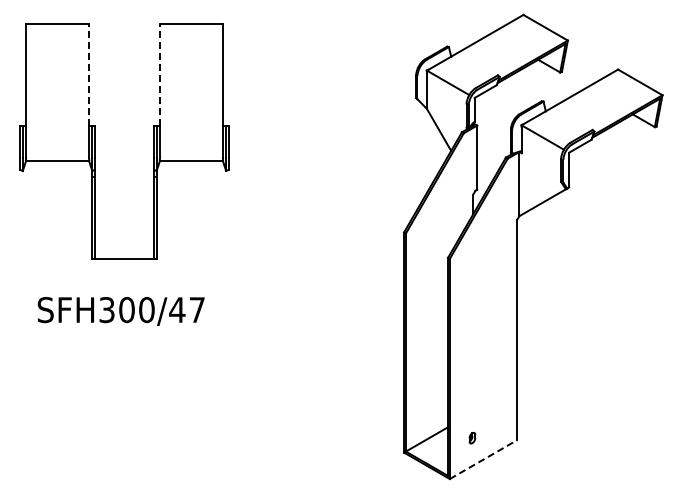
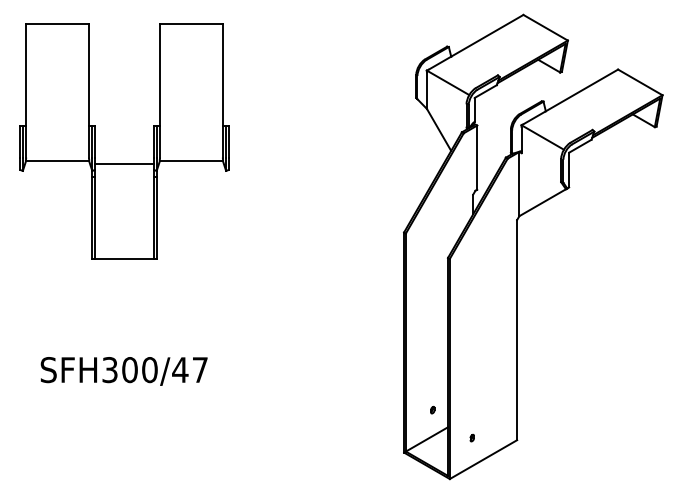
line at (88, 74): dashed -> solid
line at (160, 74): dashed -> solid
line at (124, 163): none -> present
text at (120, 311) position: (120, 311) -> (123, 371)
part at (432, 409): none -> present
part at (472, 438) size: 9x13 px -> 6x10 px
line at (483, 459): dashed -> solid
